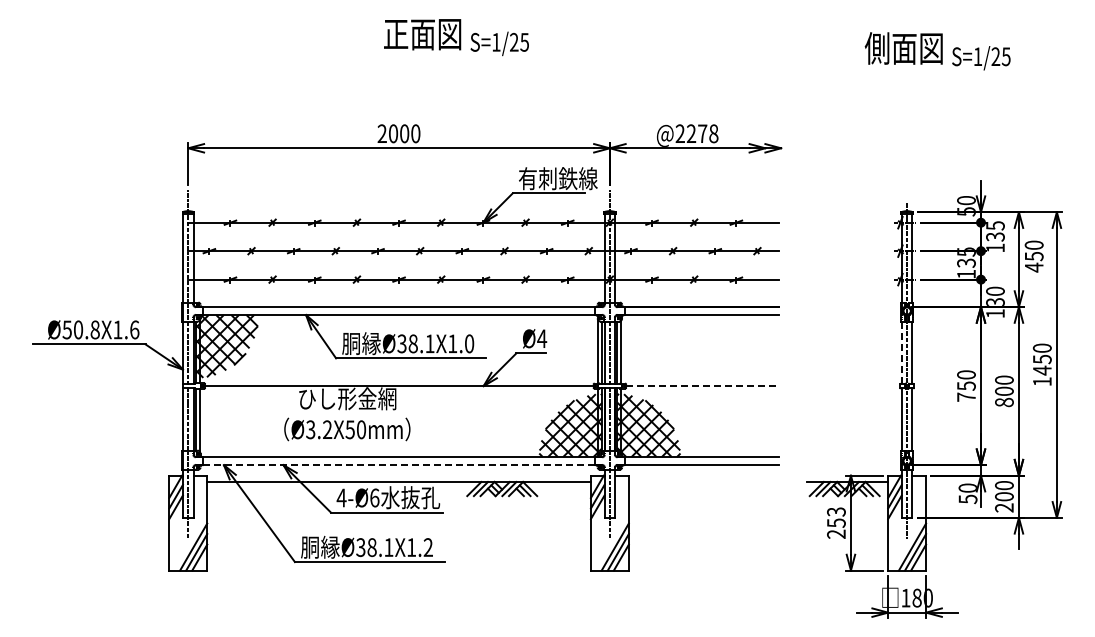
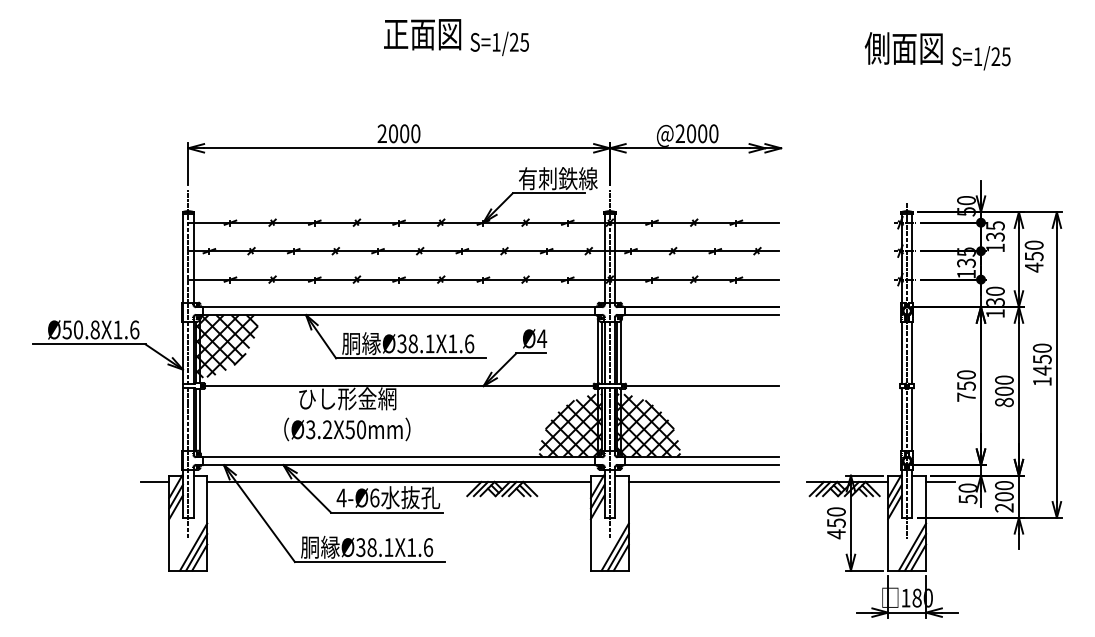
text at (702, 133): @2278 -> @2000
text at (469, 343): Ø38.1X1.0 -> Ø38.1X1.6
line at (901, 353): dashed -> solid
line at (702, 386): dashed -> solid
line at (399, 465): dashed -> solid
line at (154, 482): none -> present
line at (703, 482): none -> present
line at (940, 482): none -> present
text at (836, 523): 253 -> 450
text at (428, 547): Ø38.1X1.2 -> Ø38.1X1.6
